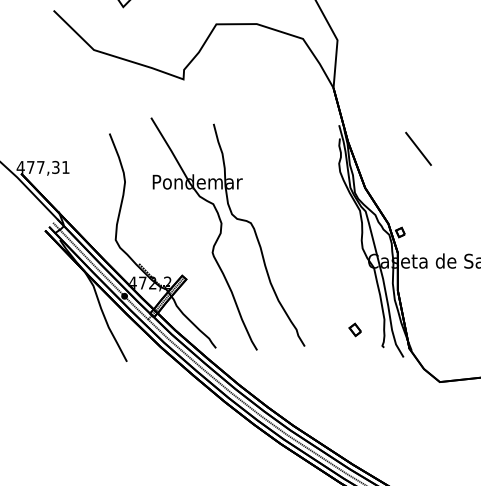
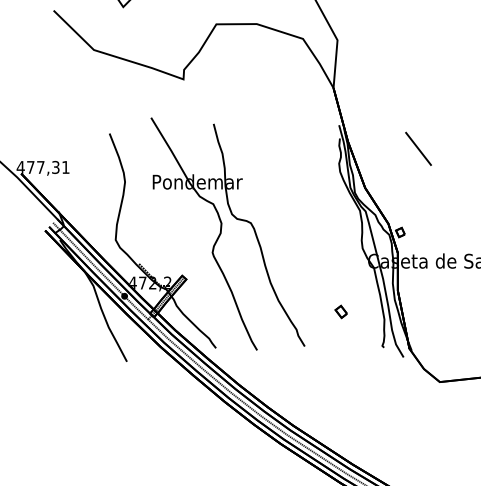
part at (354, 329) position: (354, 329) -> (340, 311)
